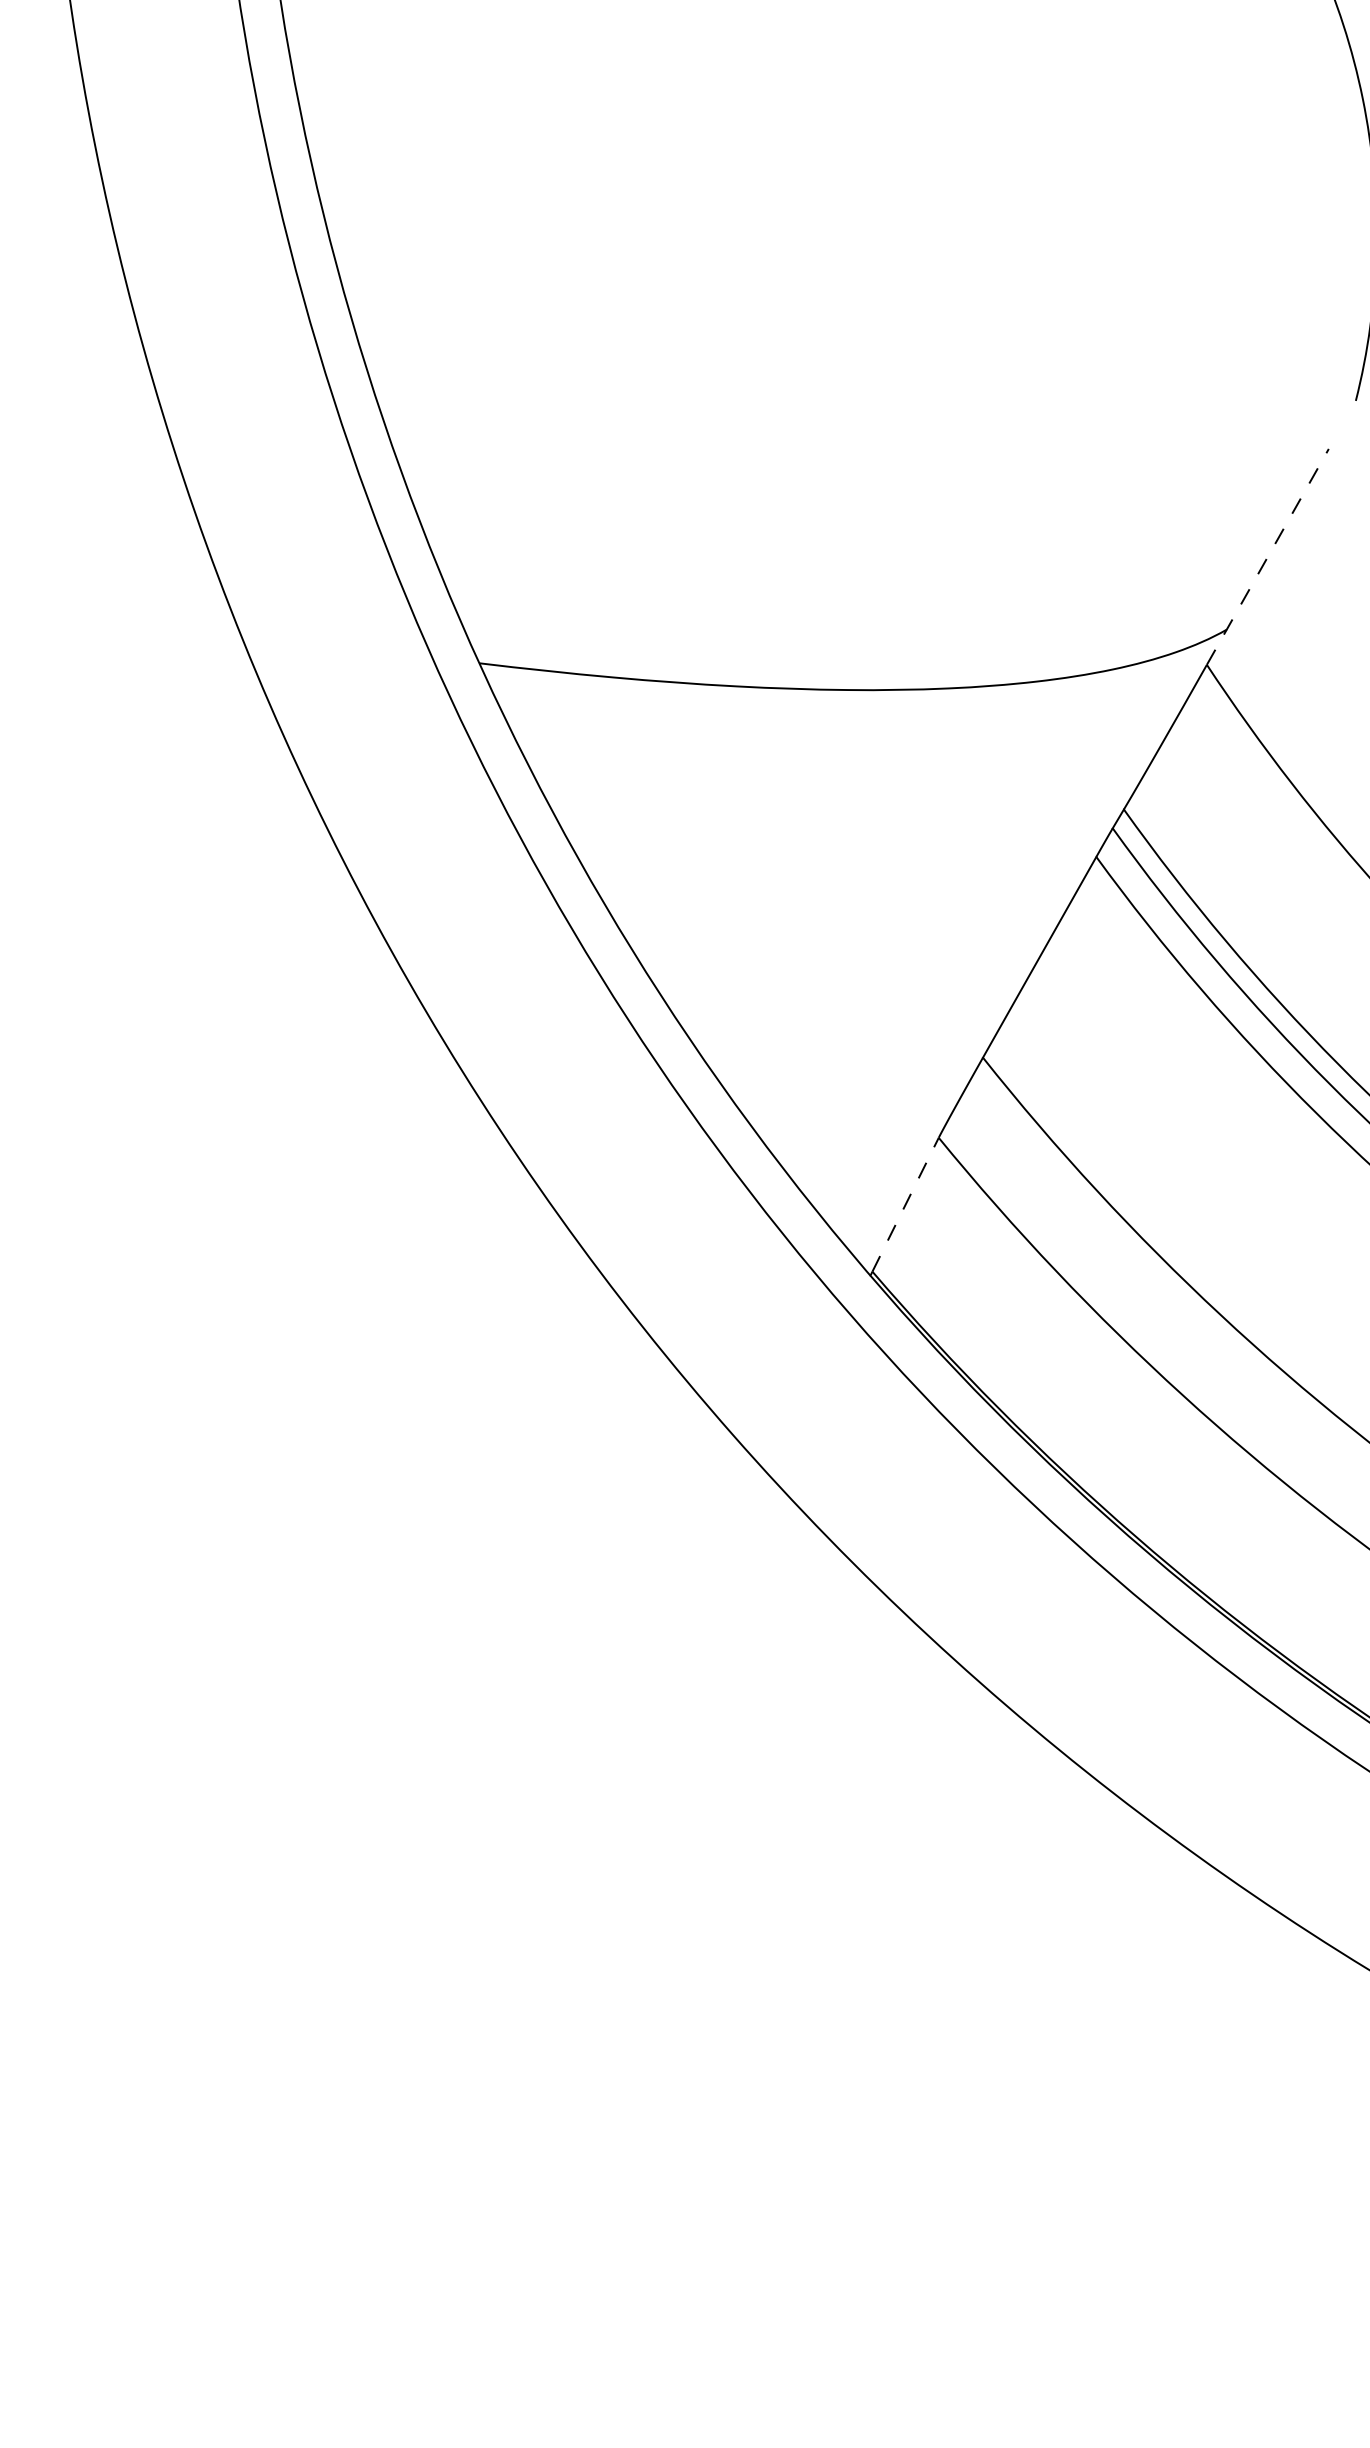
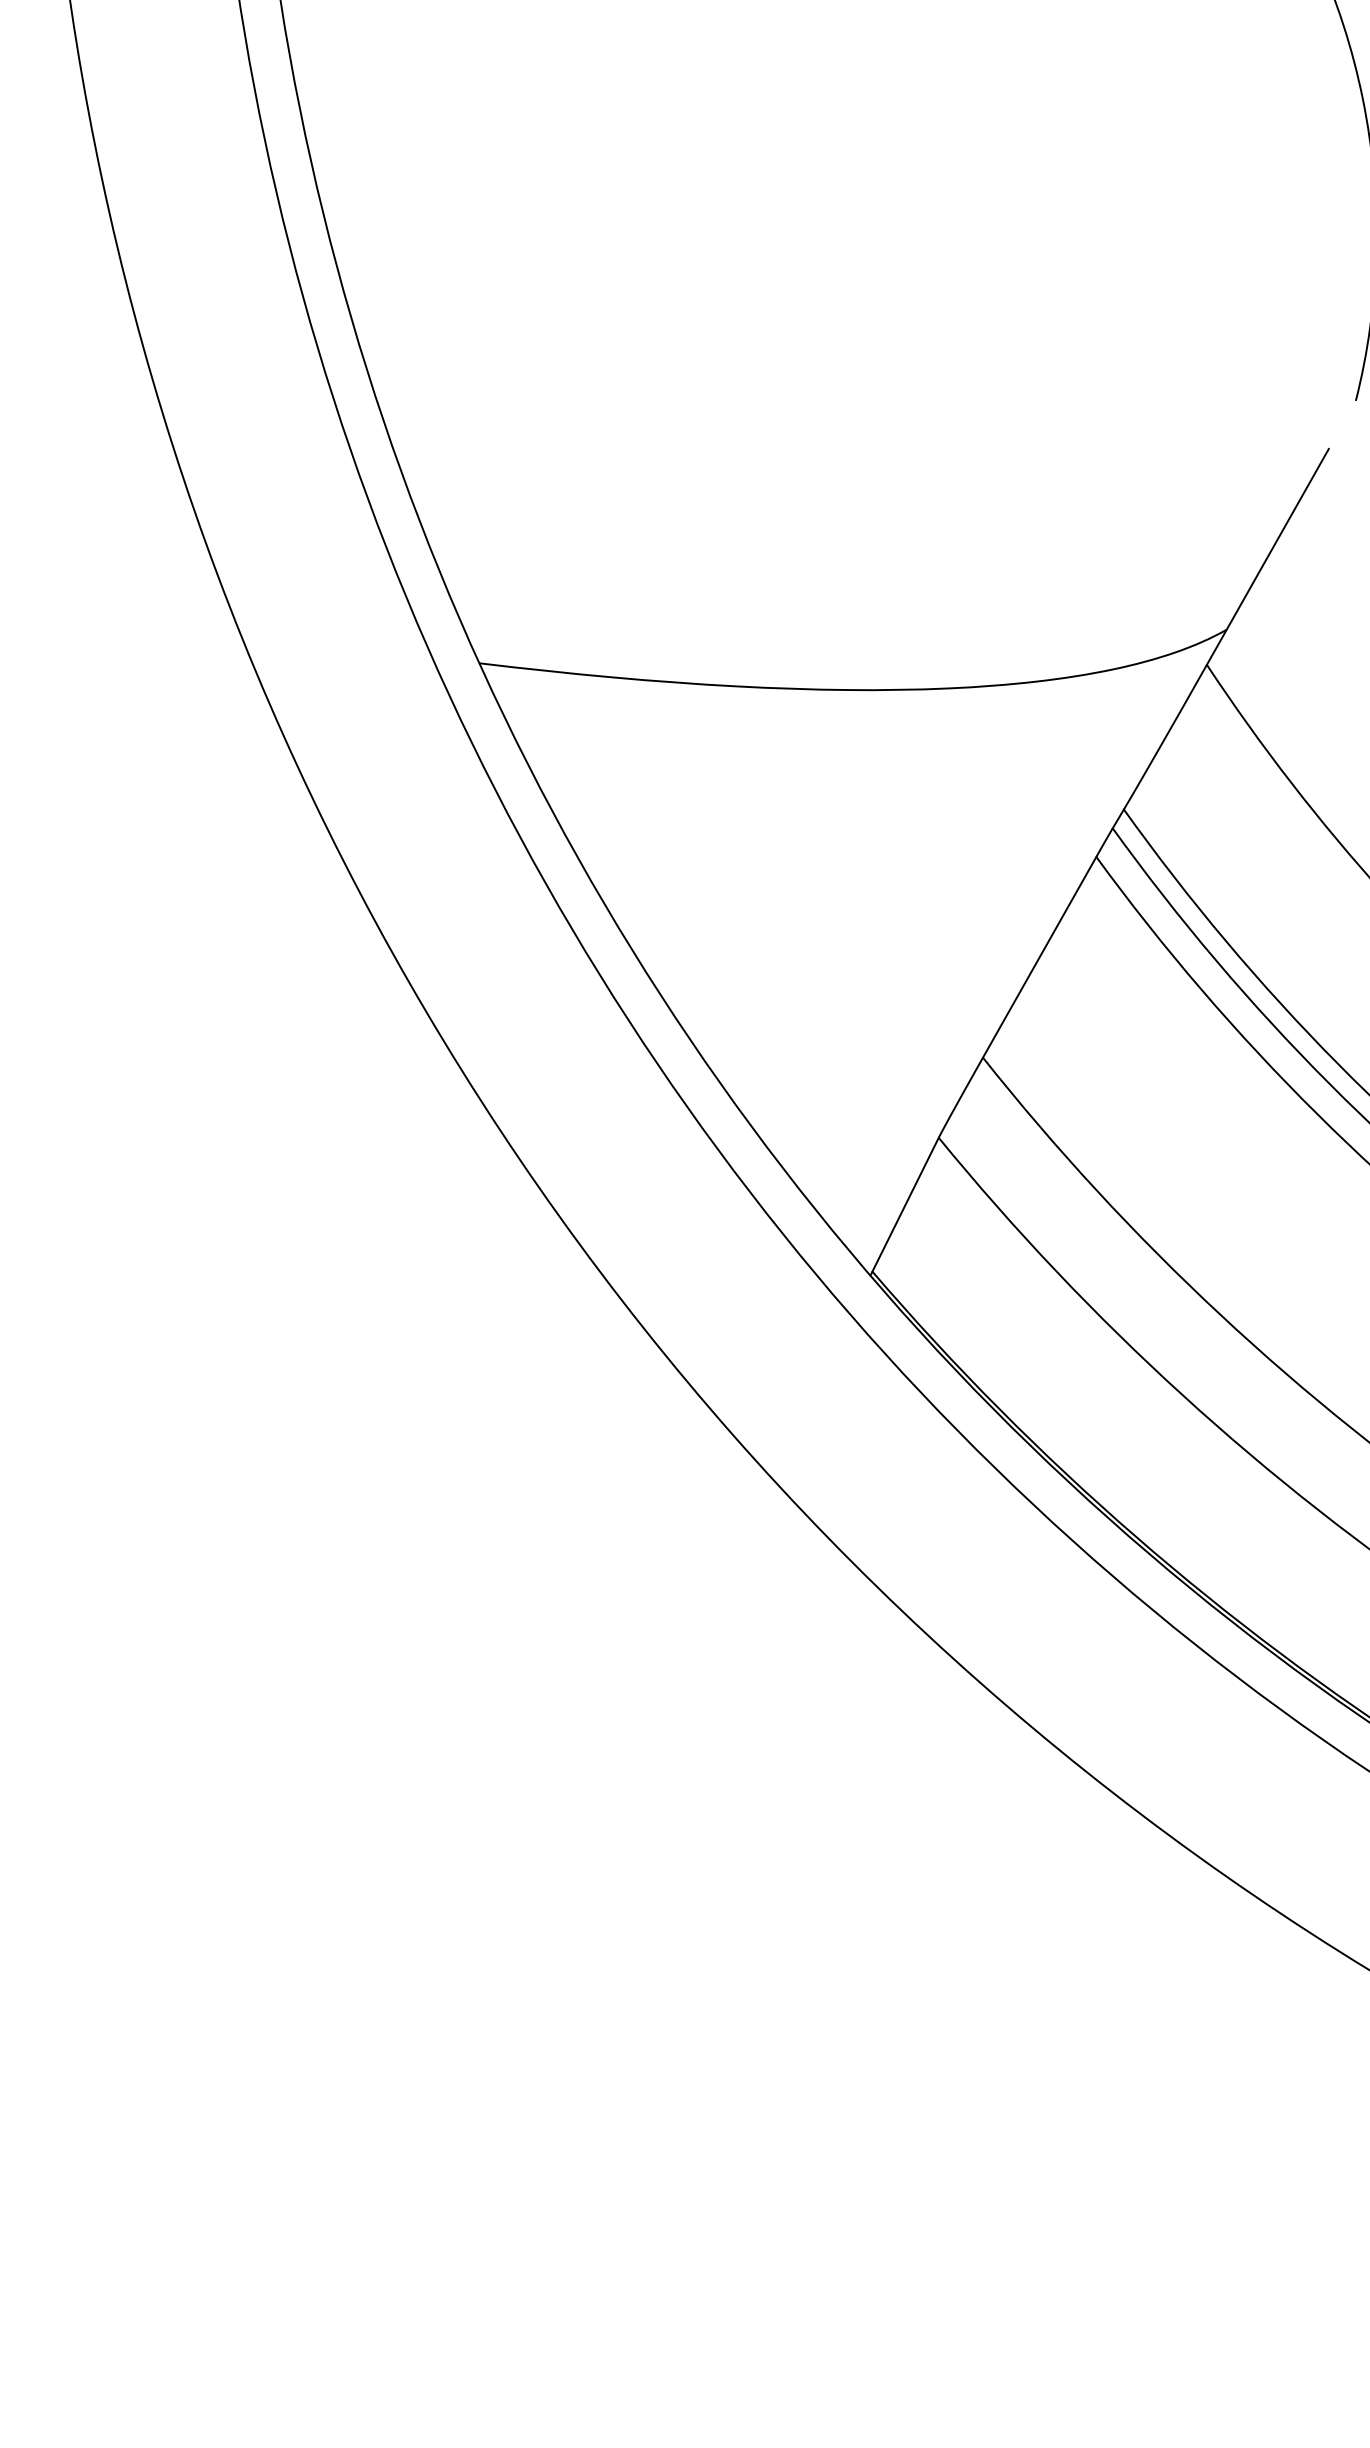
line at (1267, 556): dashed -> solid
line at (905, 1204): dashed -> solid
